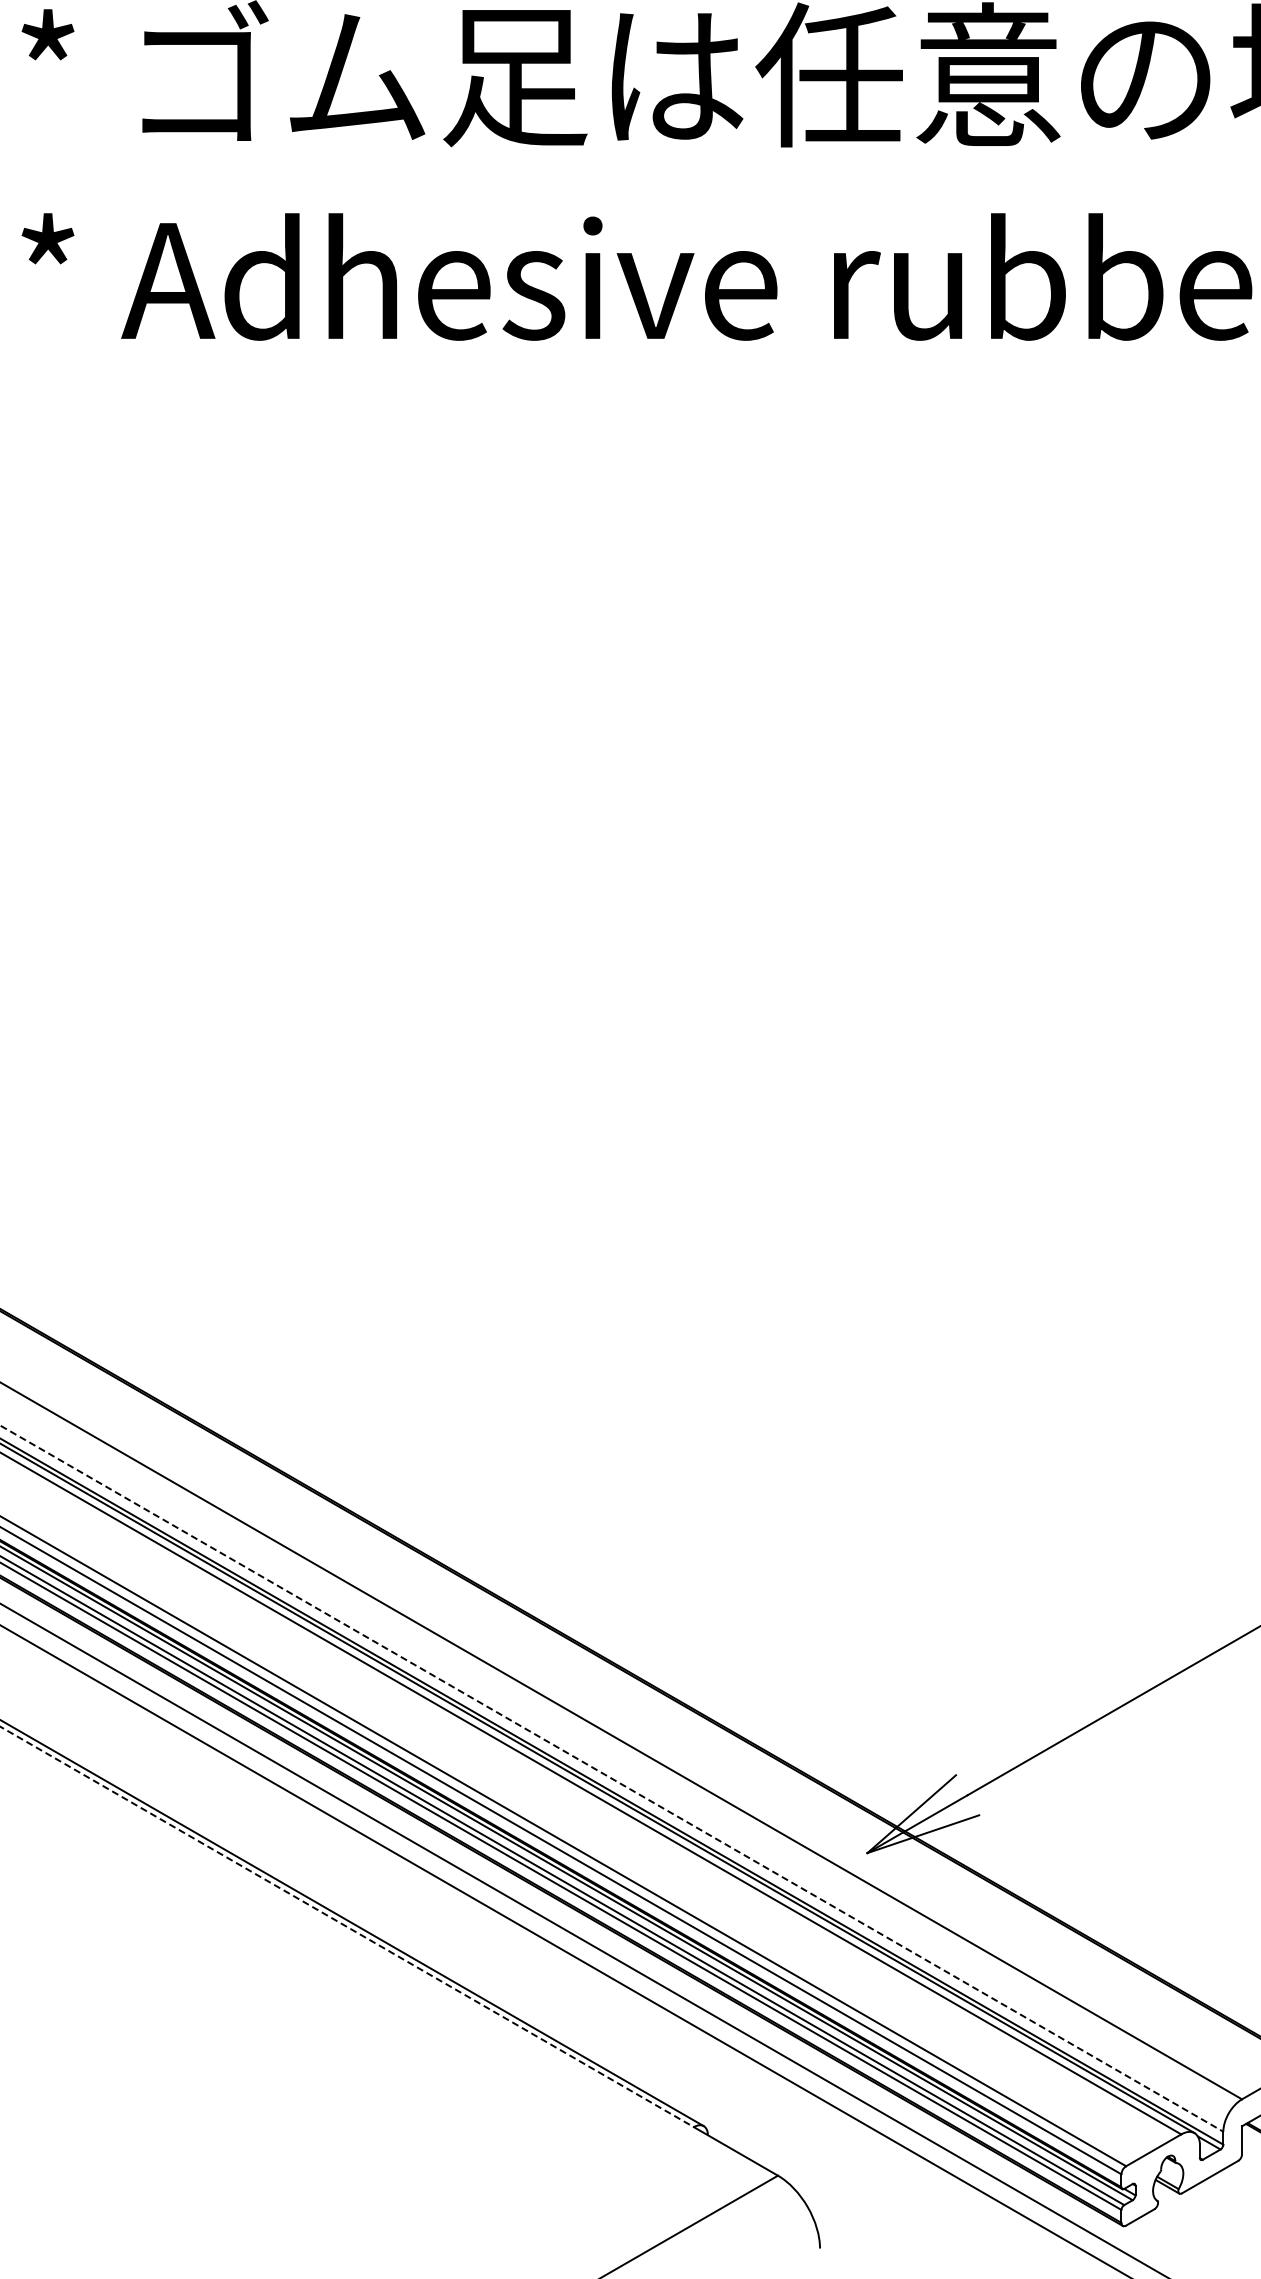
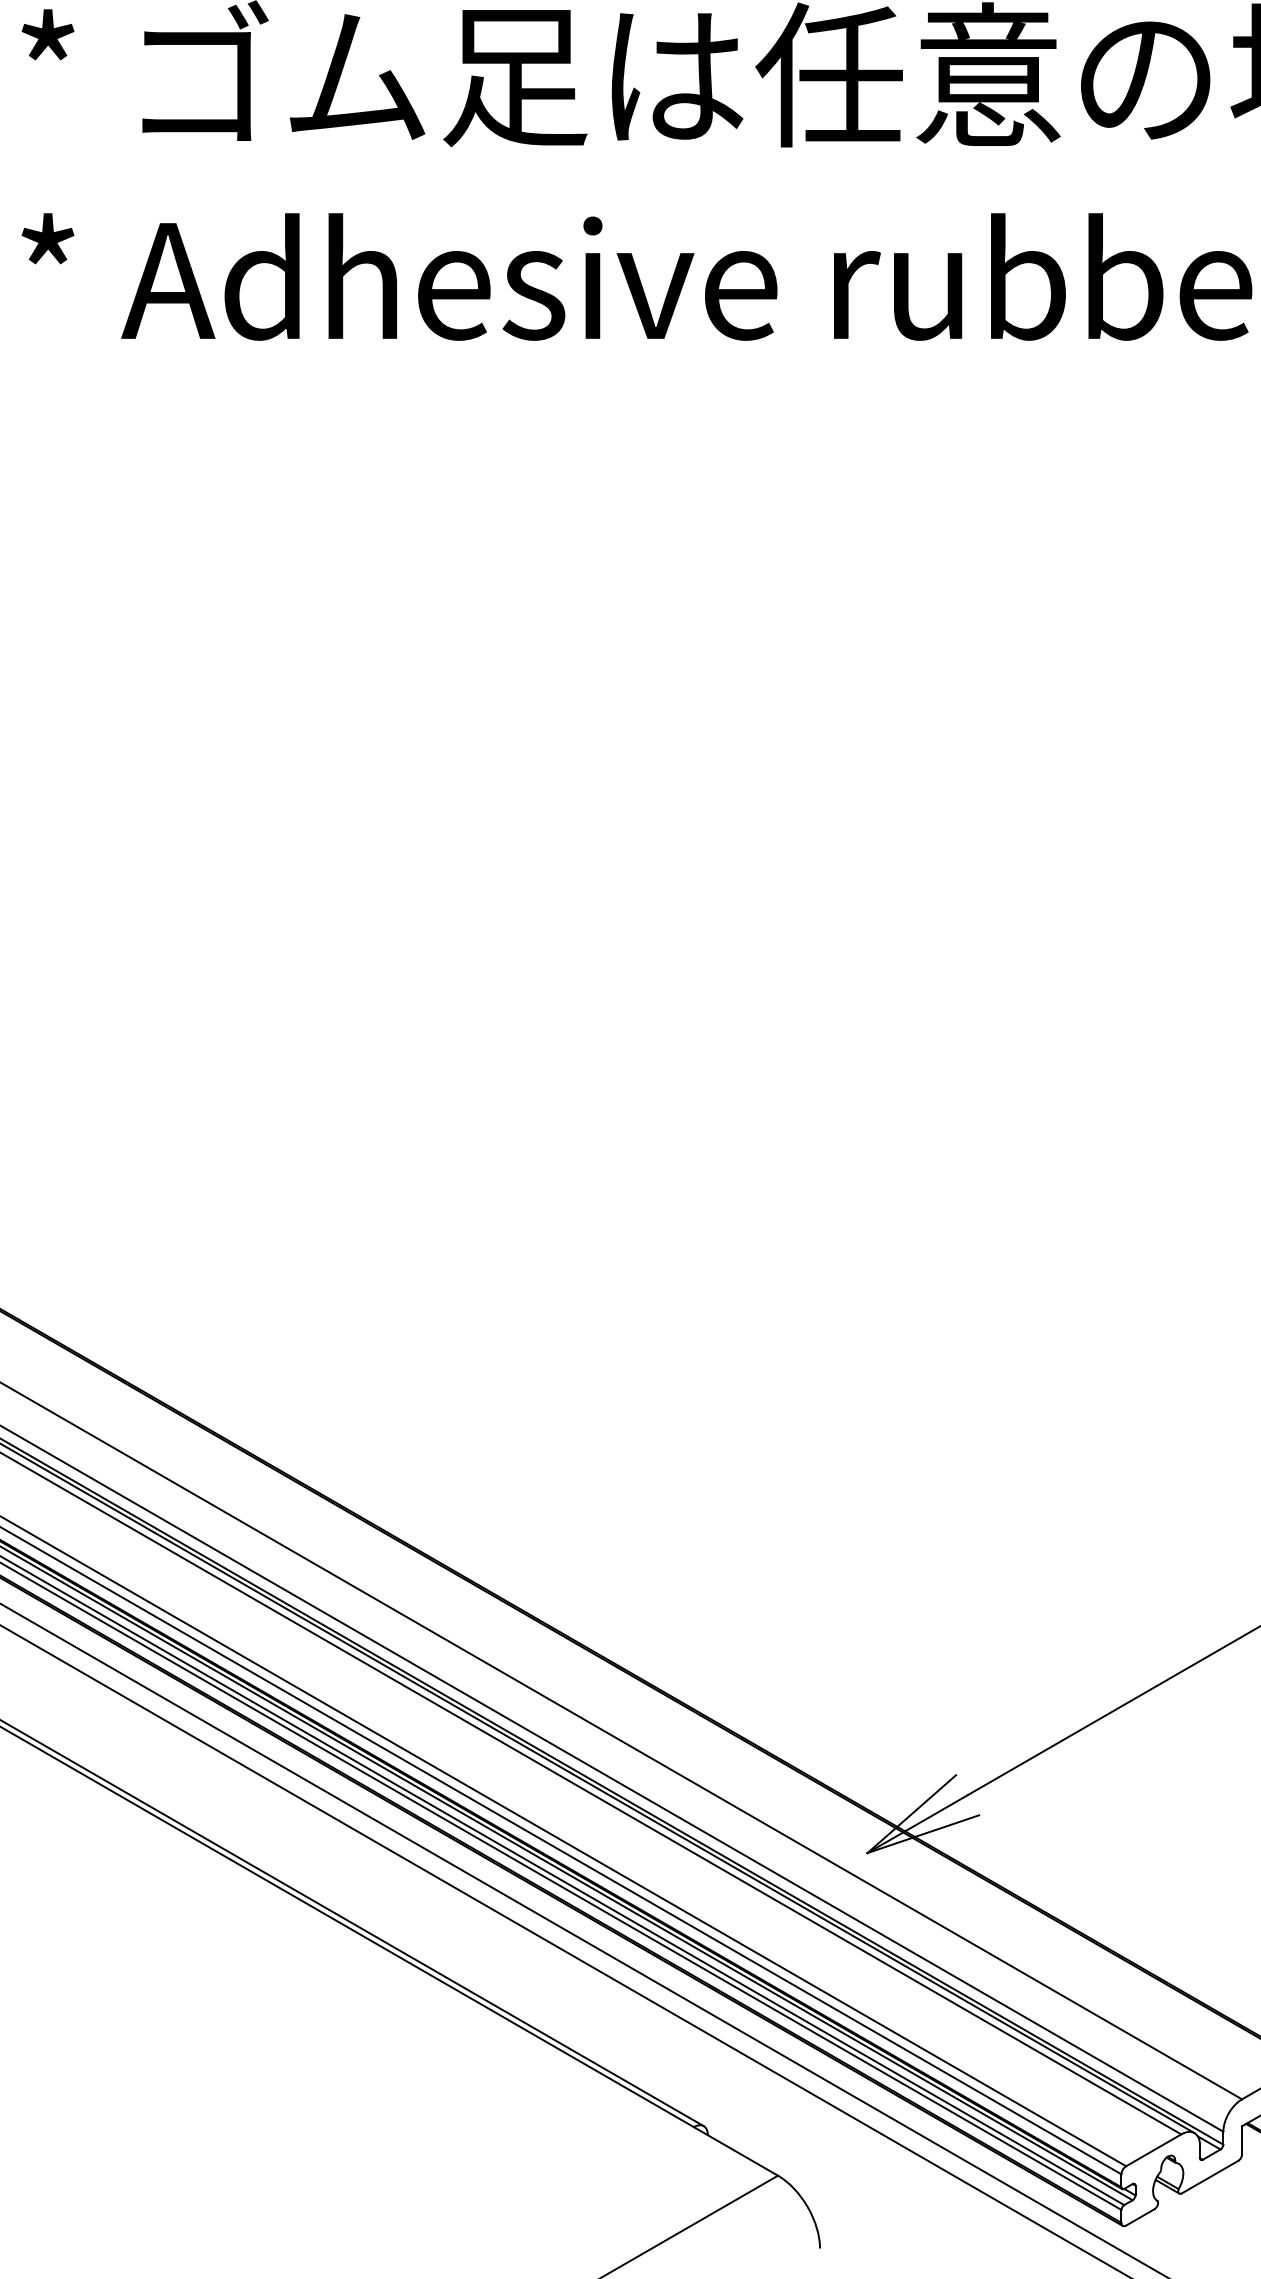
line at (612, 1778): dashed -> solid
line at (347, 1927): dashed -> solid
